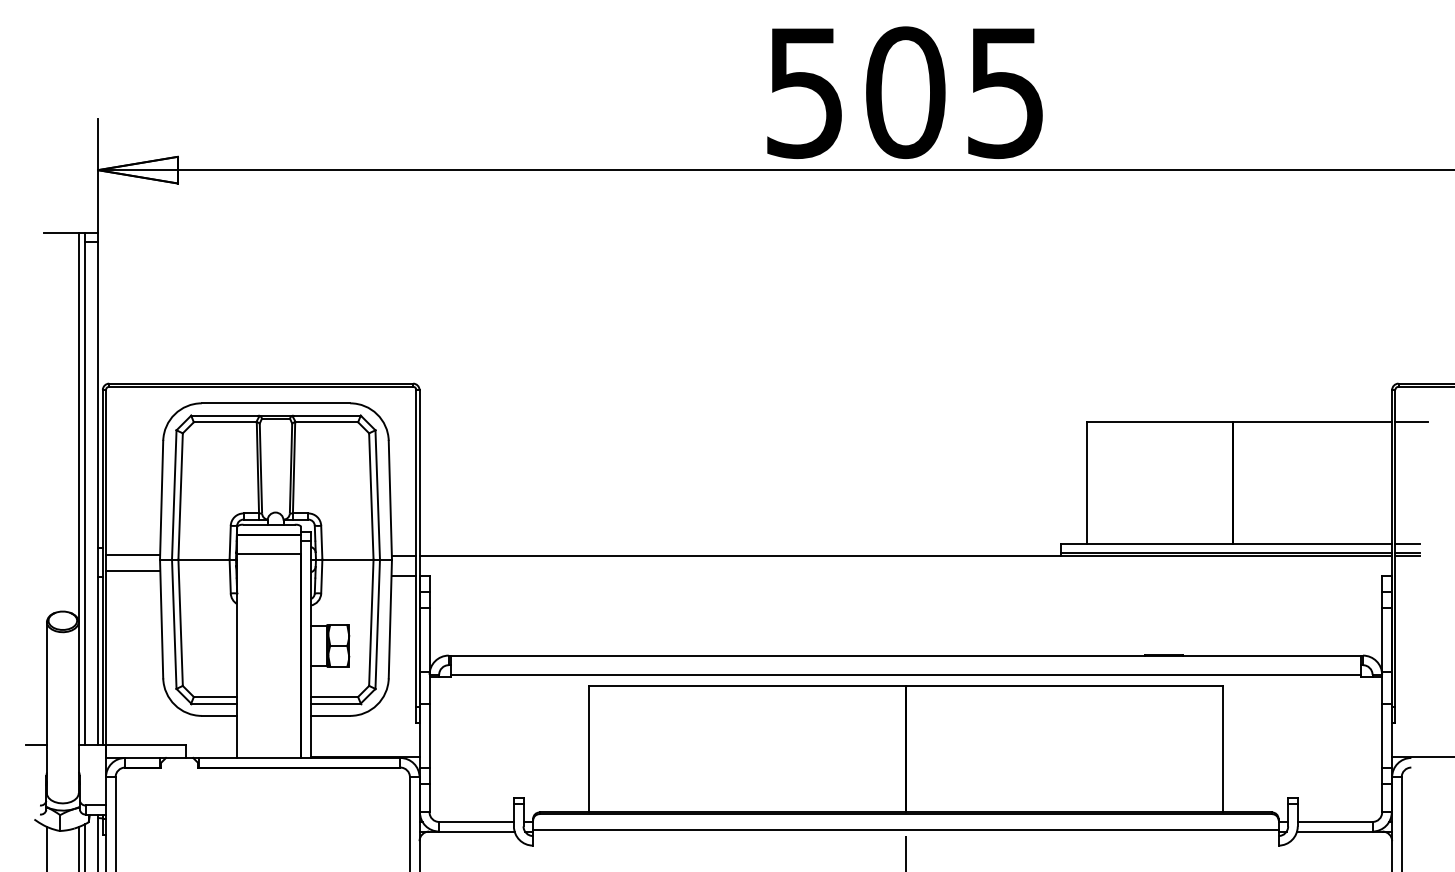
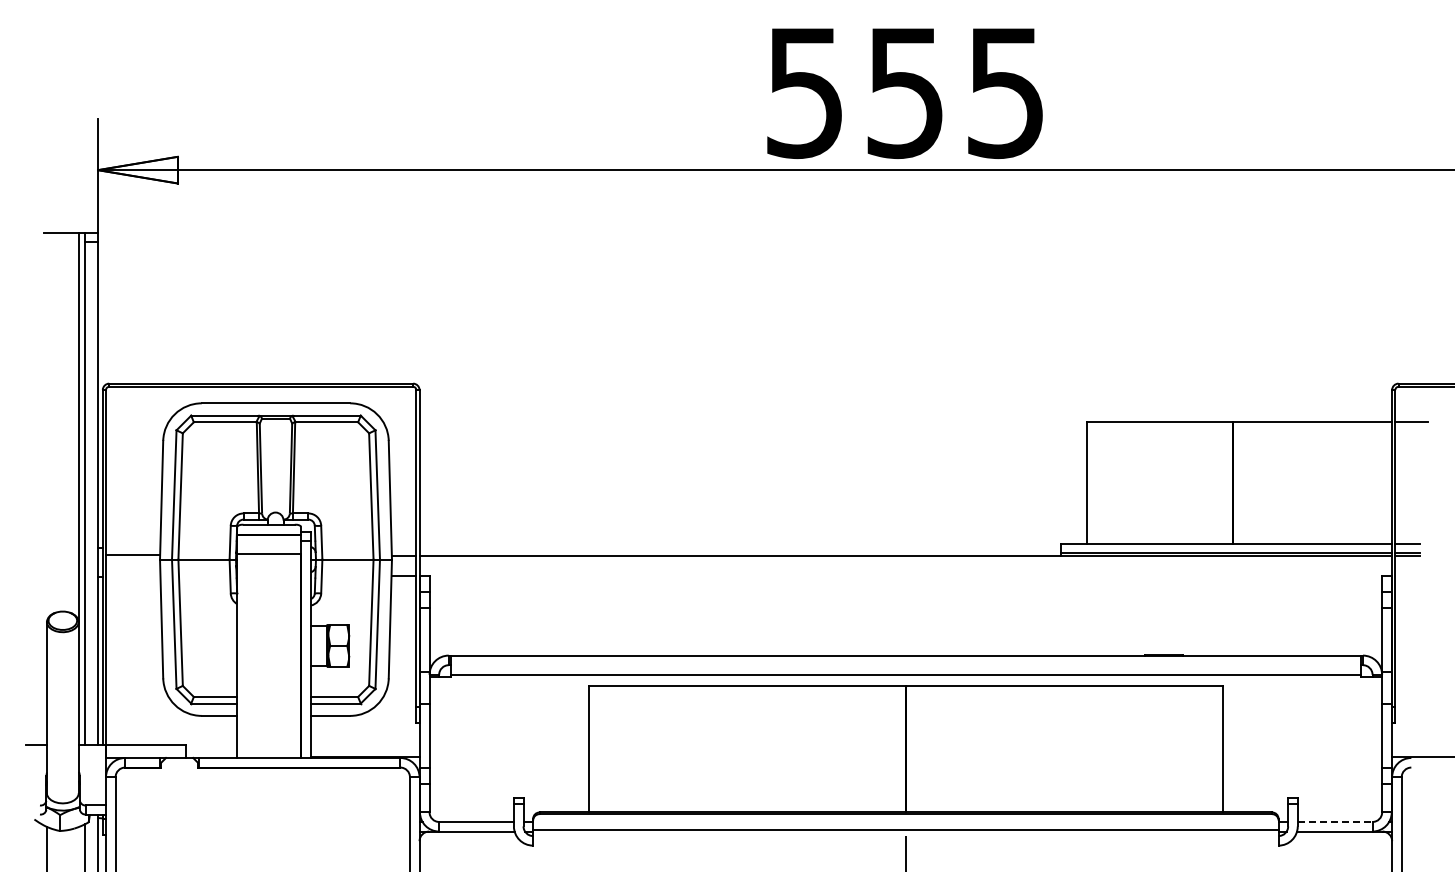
text at (905, 92): 505 -> 555
line at (133, 570): present -> none
line at (1335, 821): solid -> dashed
line at (78, 847): present -> none
